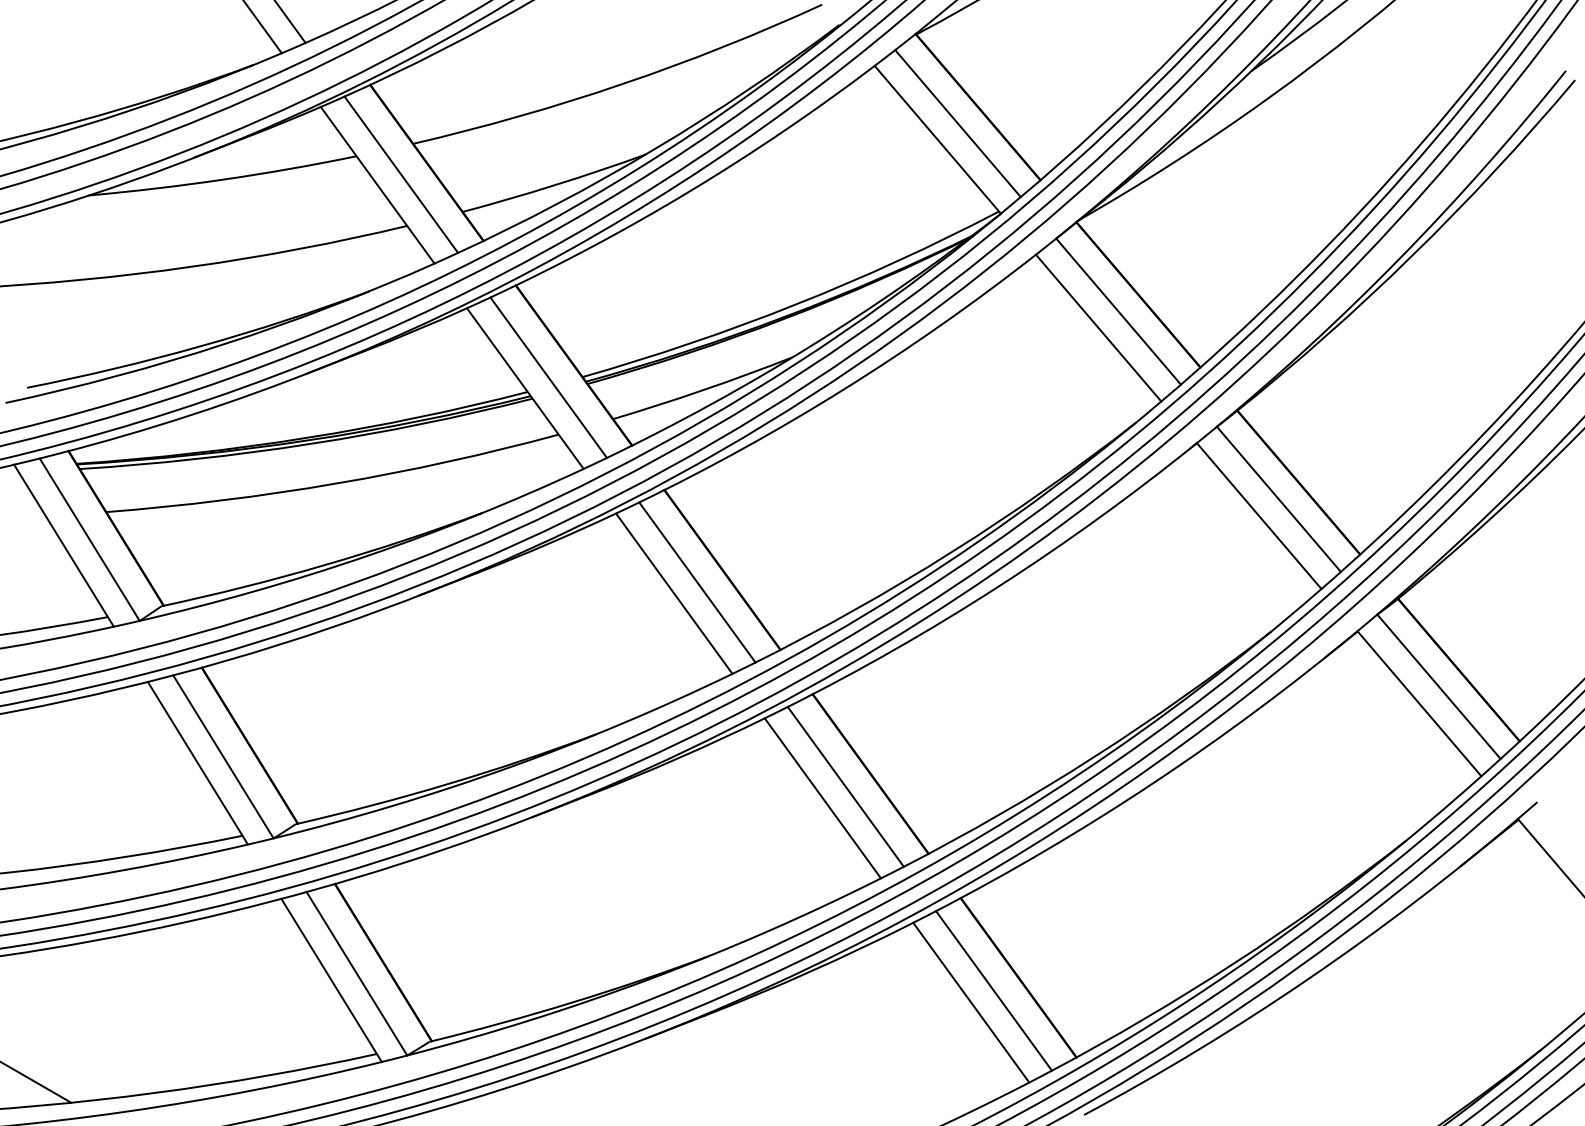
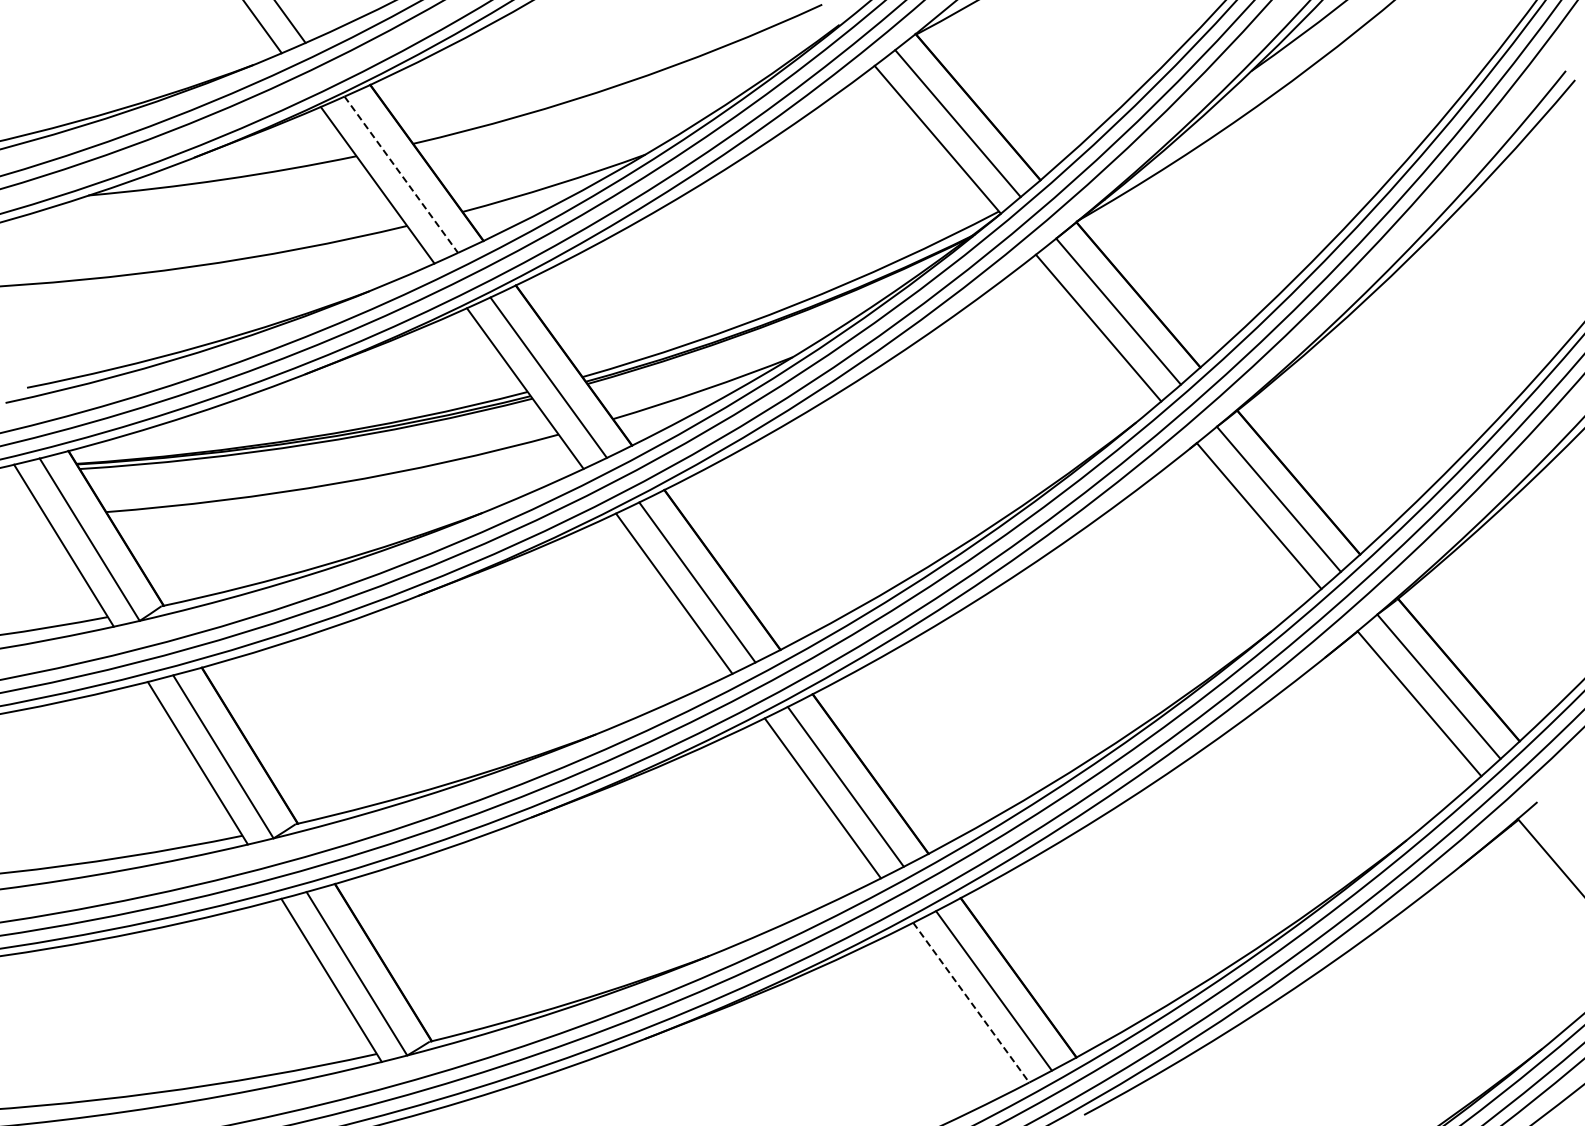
line at (401, 174): solid -> dashed
line at (971, 1002): solid -> dashed
line at (36, 1082): present -> none
